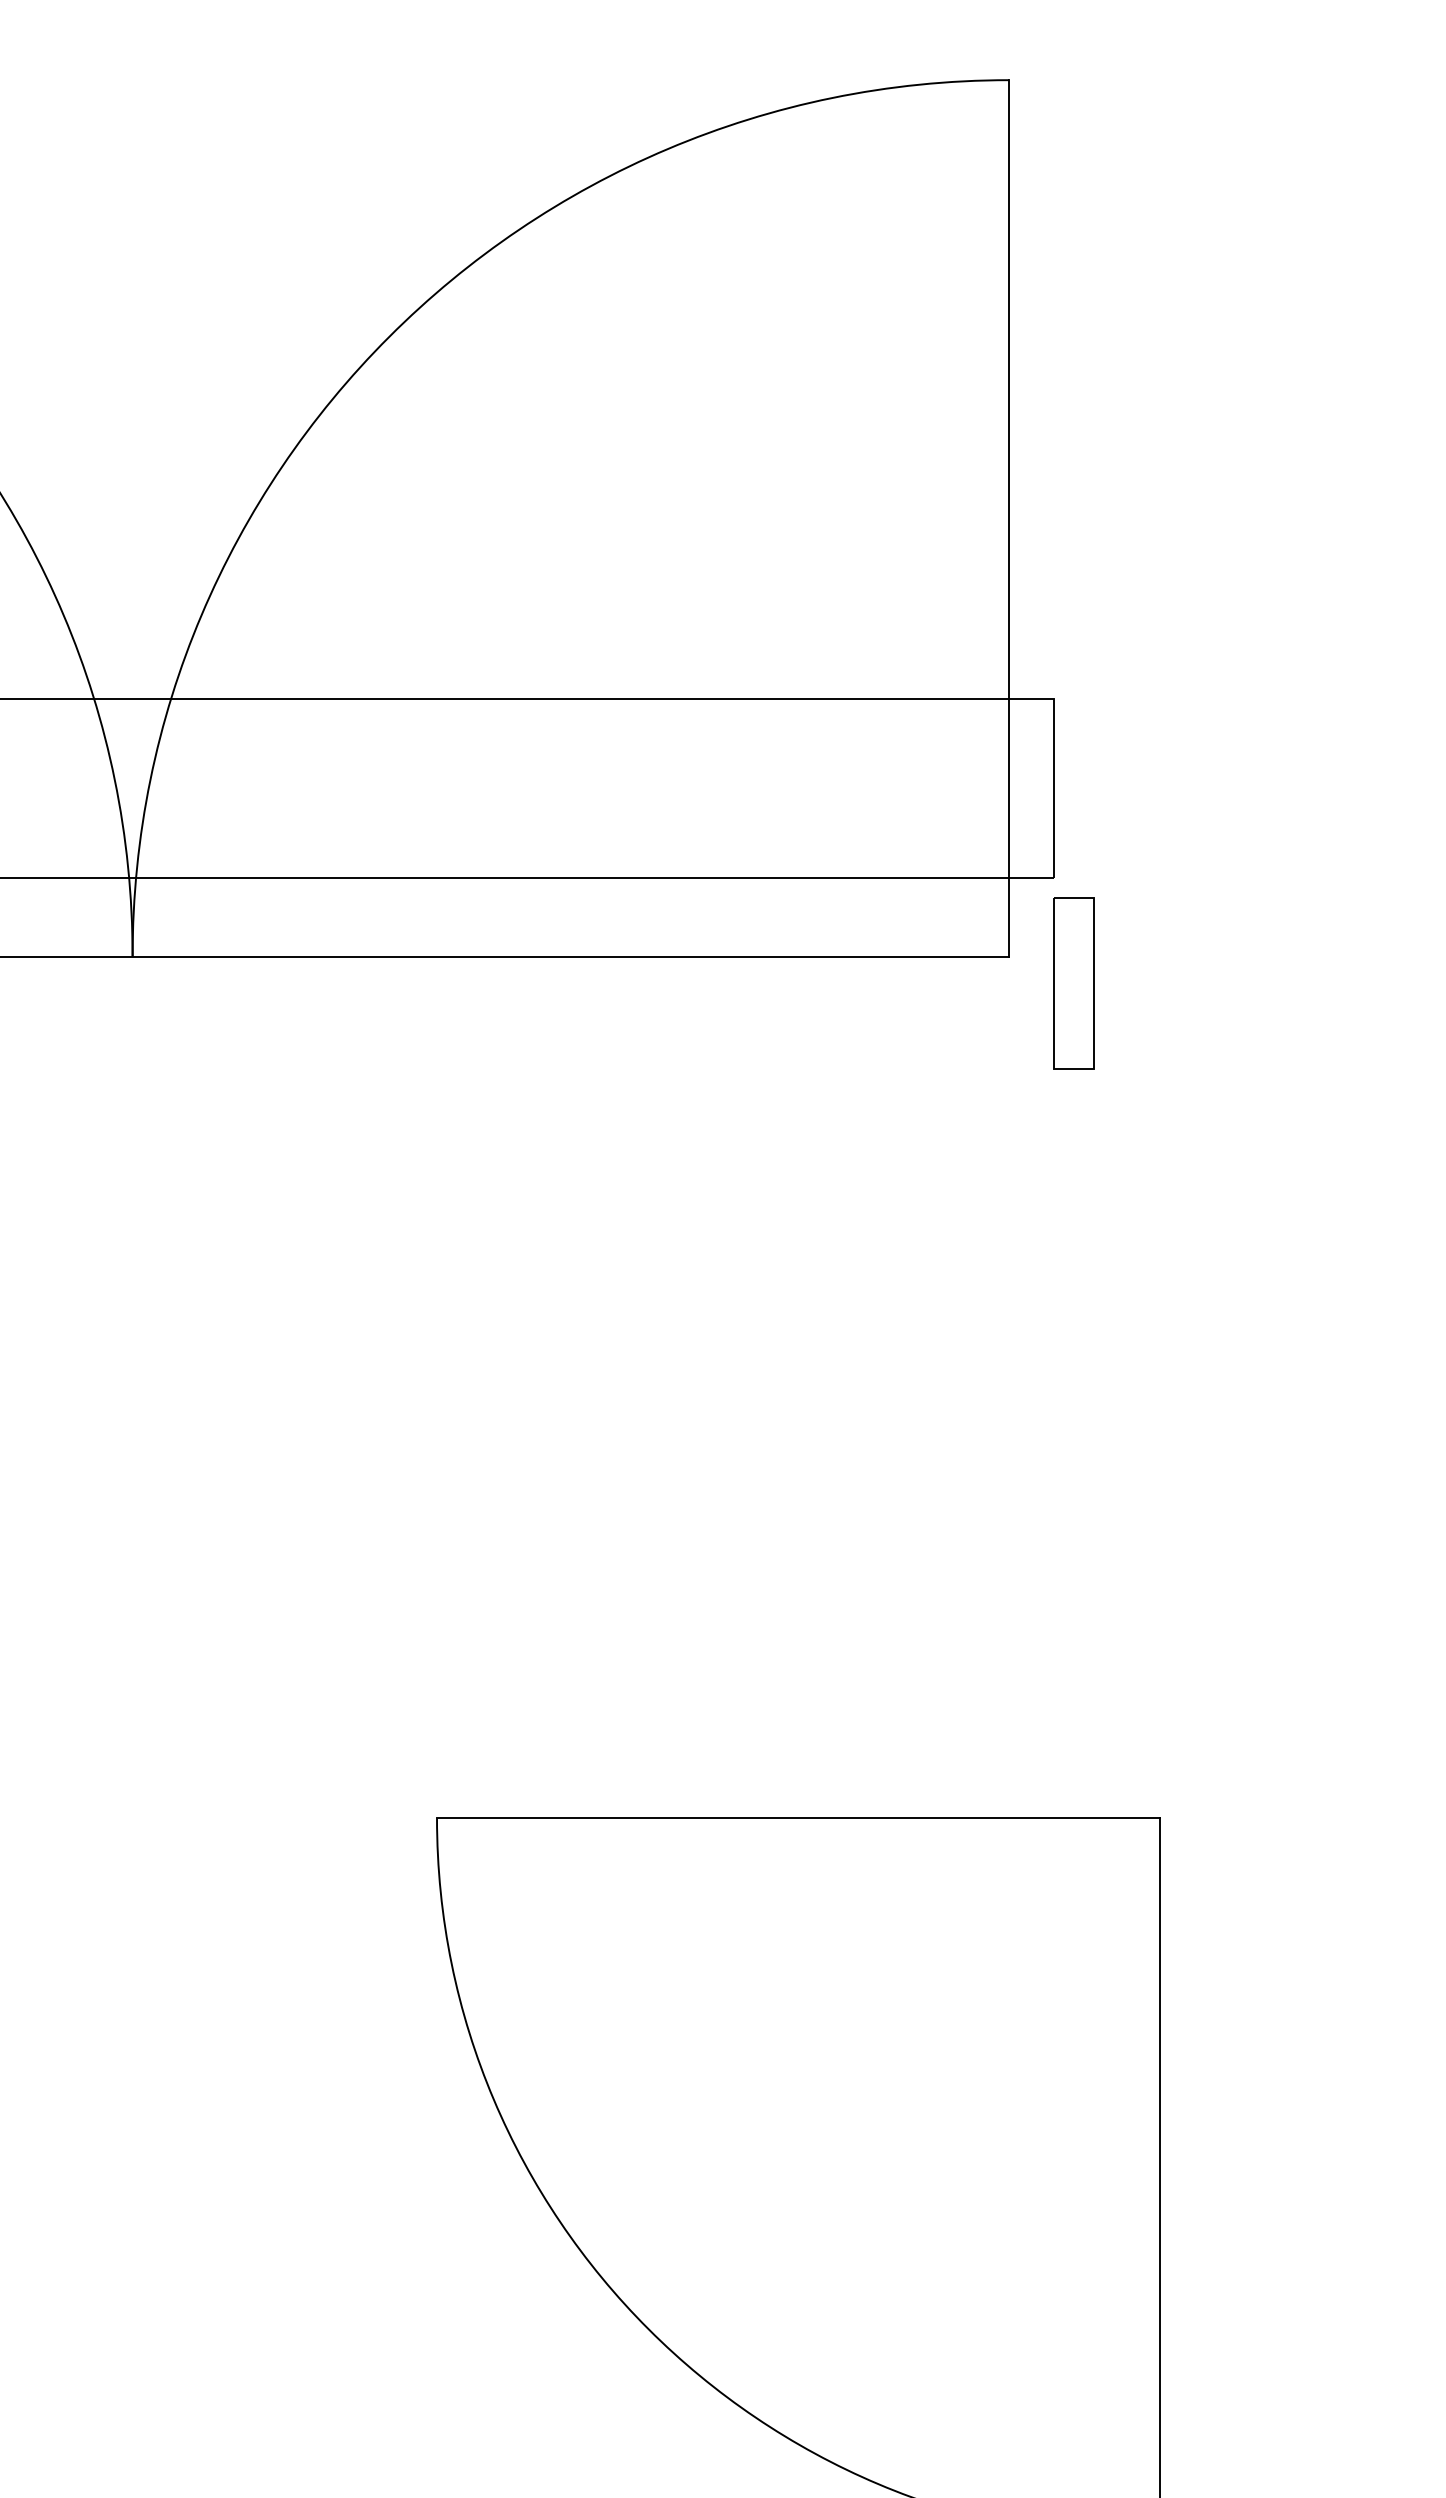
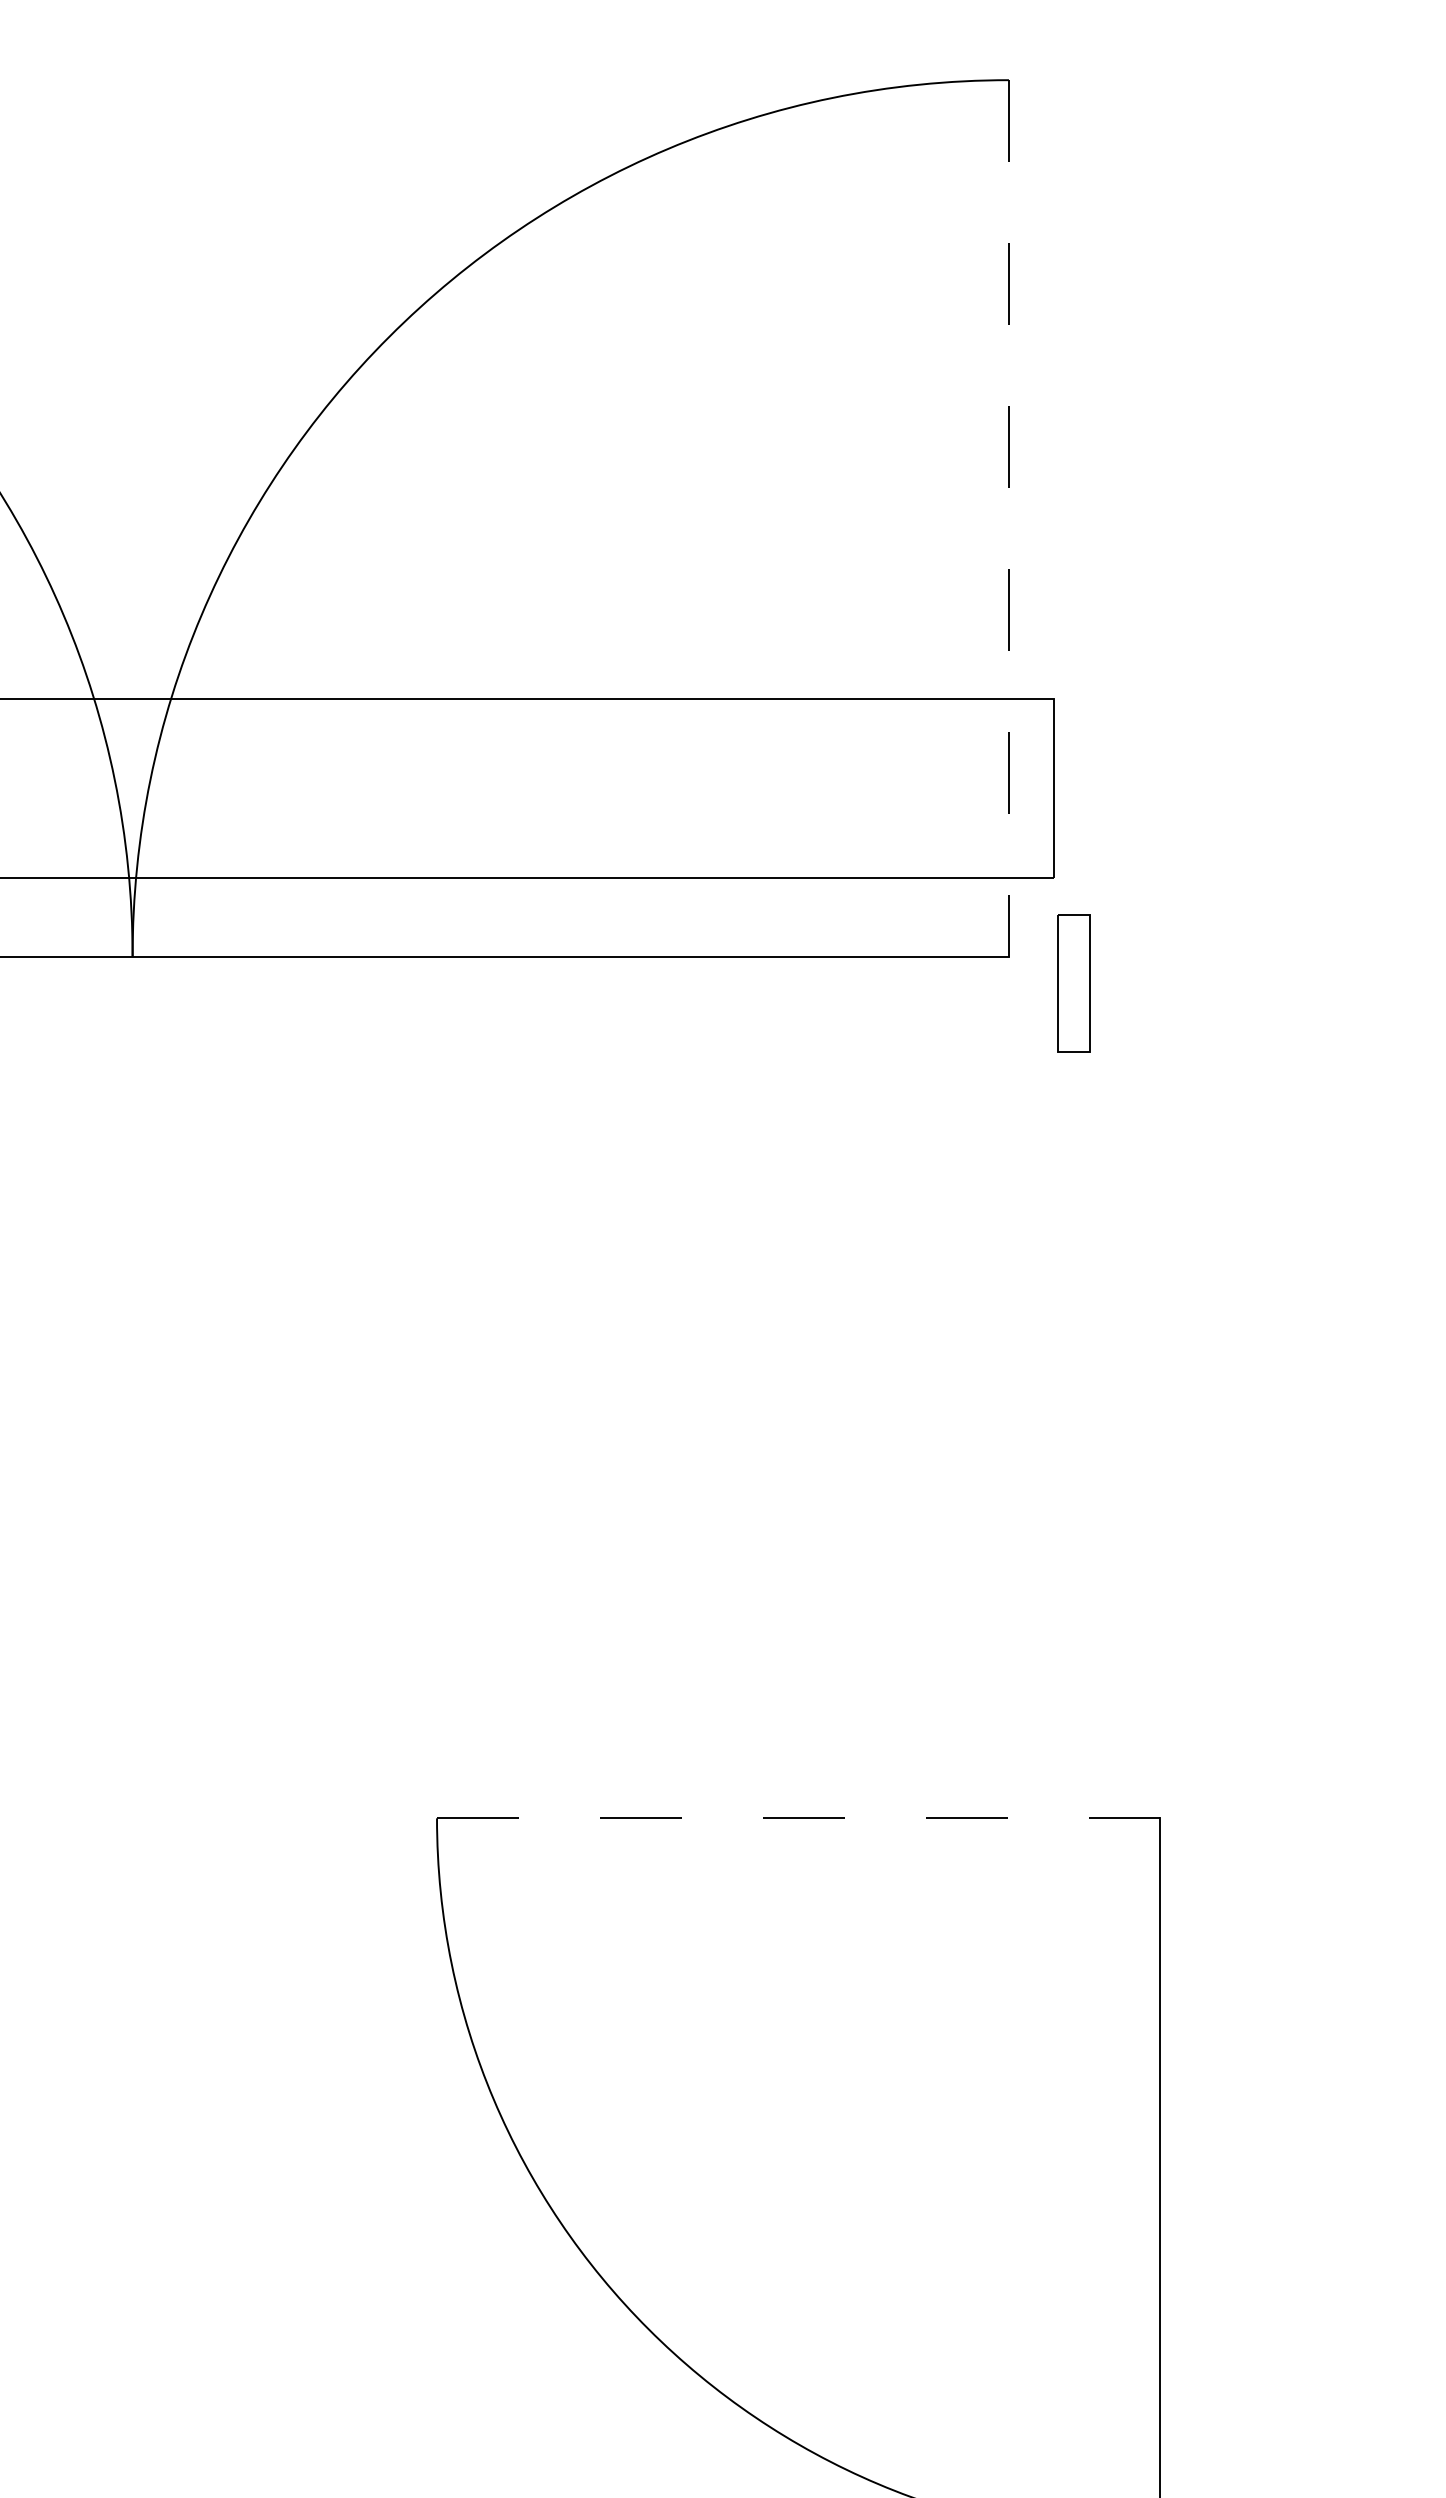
line at (1008, 518): solid -> dashed
part at (1073, 983) size: 42x173 px -> 34x139 px
line at (798, 1818): solid -> dashed
